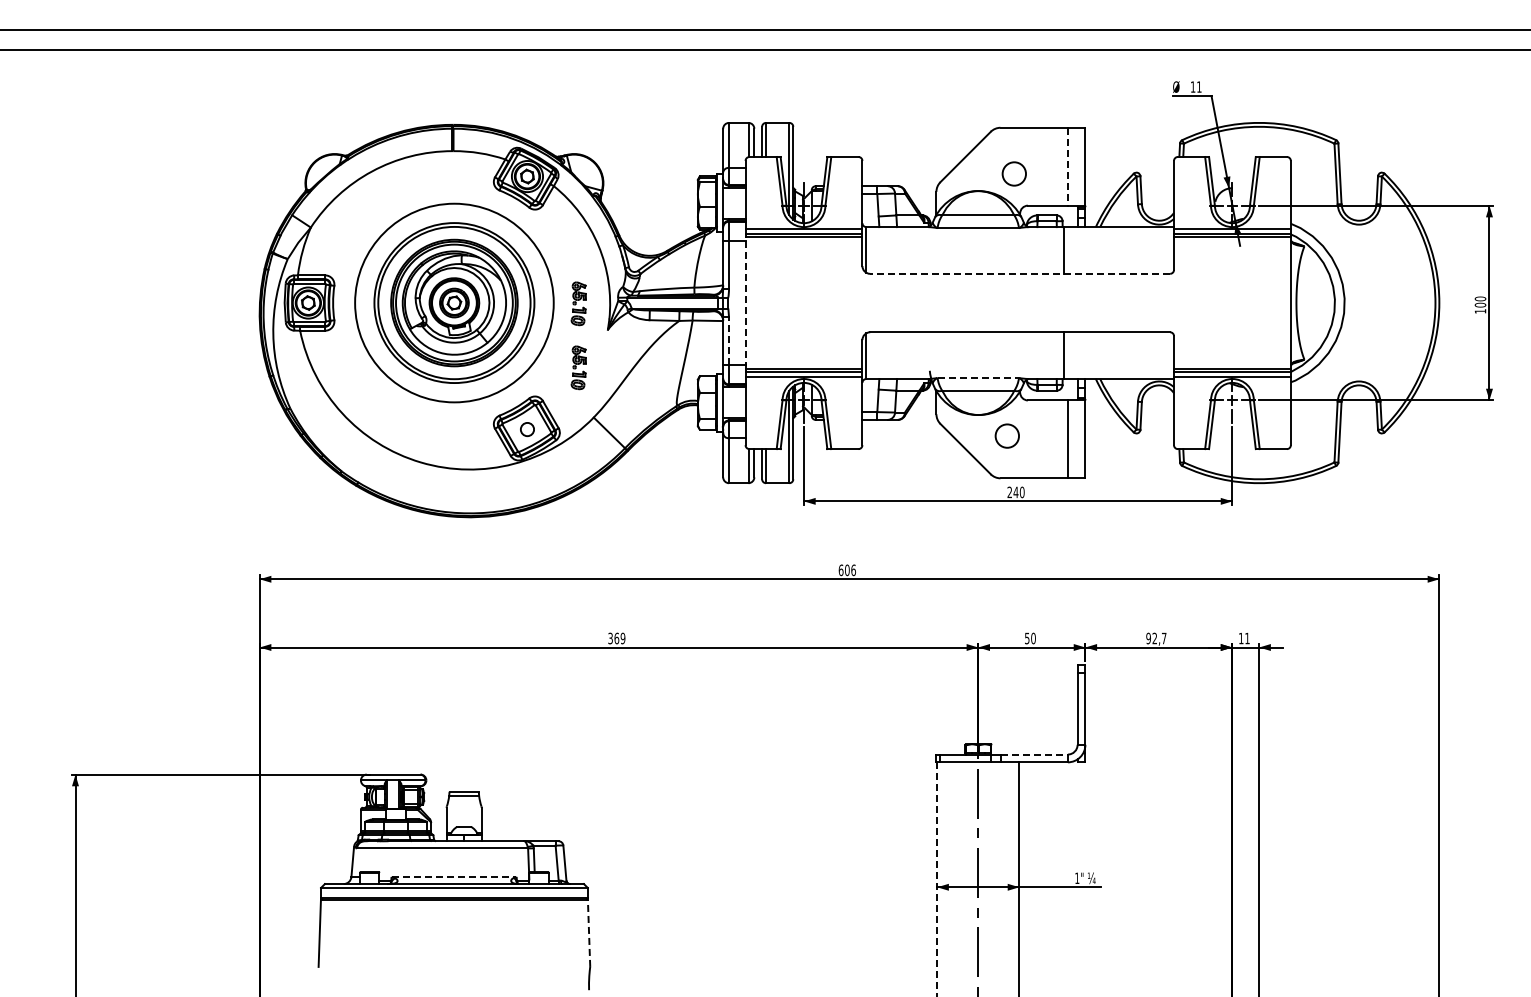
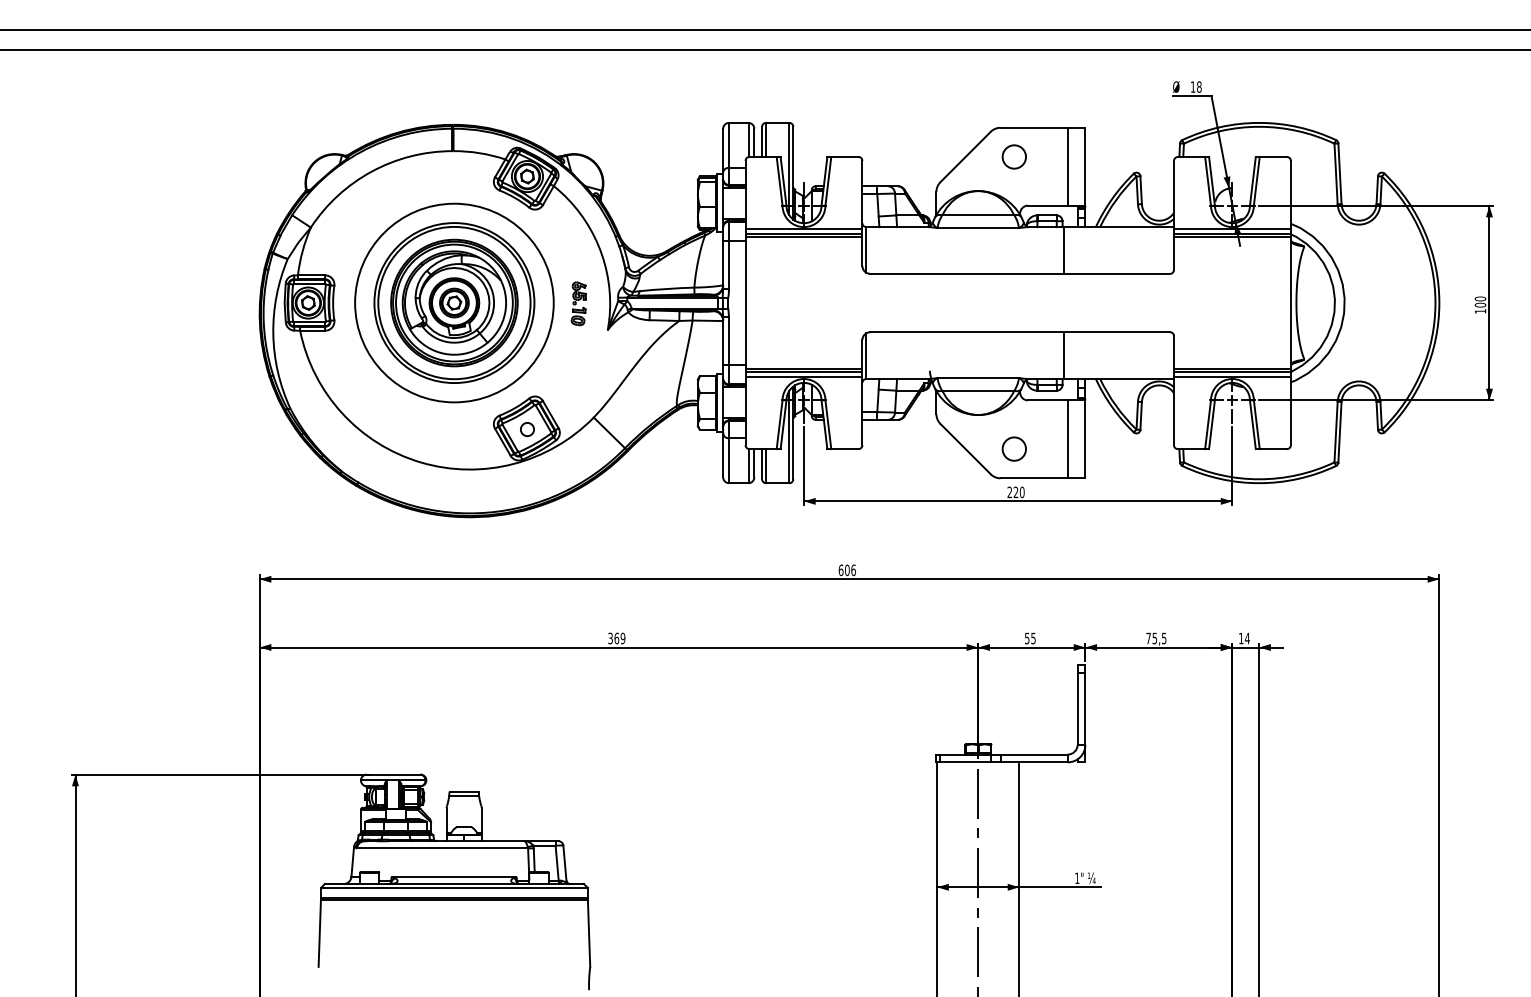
text at (1199, 86): 11 -> 18
line at (1067, 166): dashed -> solid
circle at (1013, 173) position: (1013, 173) -> (1013, 156)
line at (1020, 273): dashed -> solid
line at (745, 303): dashed -> solid
line at (729, 341): dashed -> solid
part at (578, 367): present -> none
line at (978, 377): dashed -> solid
circle at (1006, 435) position: (1006, 435) -> (1013, 448)
text at (1015, 492): 240 -> 220
text at (1033, 638): 50 -> 55
text at (1156, 638): 92,7 -> 75,5
text at (1246, 638): 11 -> 14
line at (1034, 754): dashed -> solid
line at (454, 876): dashed -> solid
line at (937, 879): dashed -> solid
line at (589, 933): dashed -> solid
